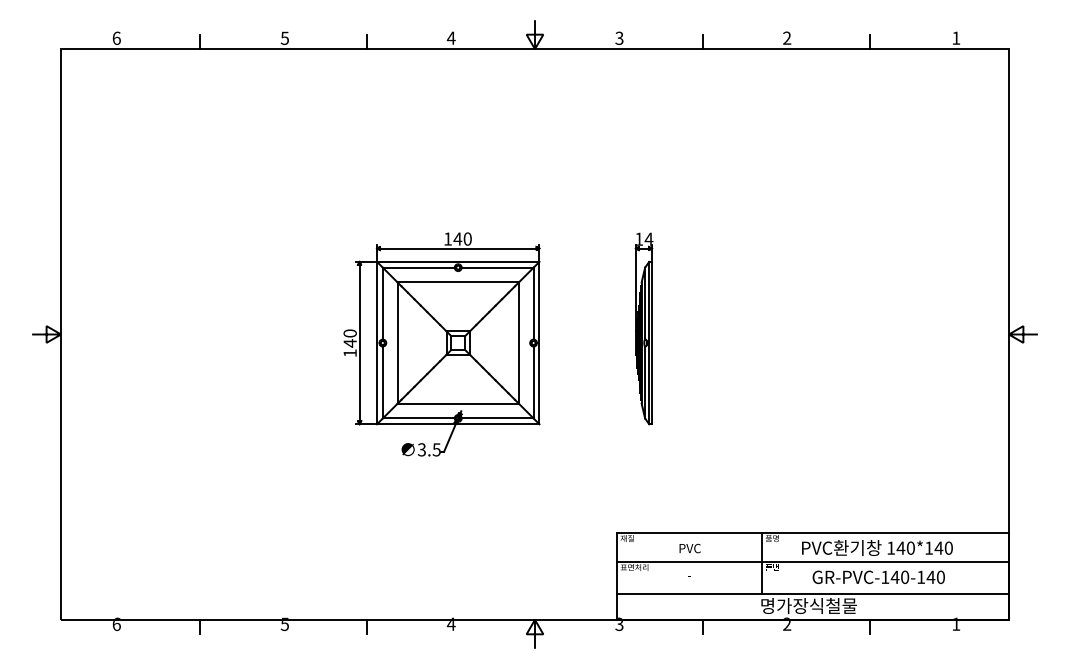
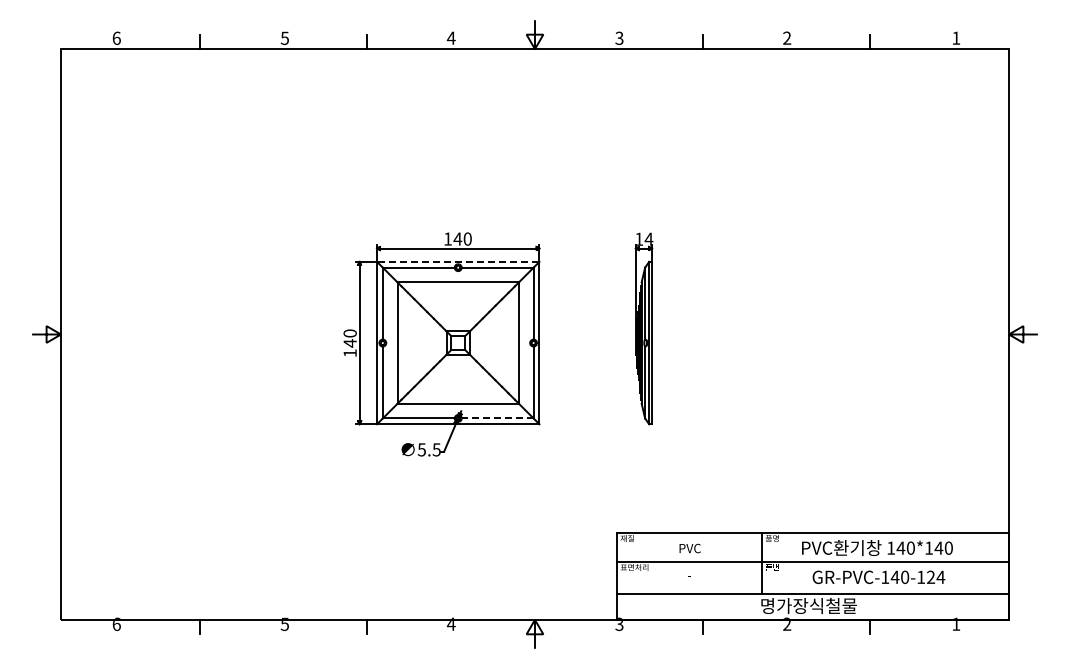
line at (457, 261): solid -> dashed
line at (497, 418): solid -> dashed
text at (421, 449): 3.5 -> 5.5
text at (935, 576): GR-PVC-140-140 -> GR-PVC-140-124
